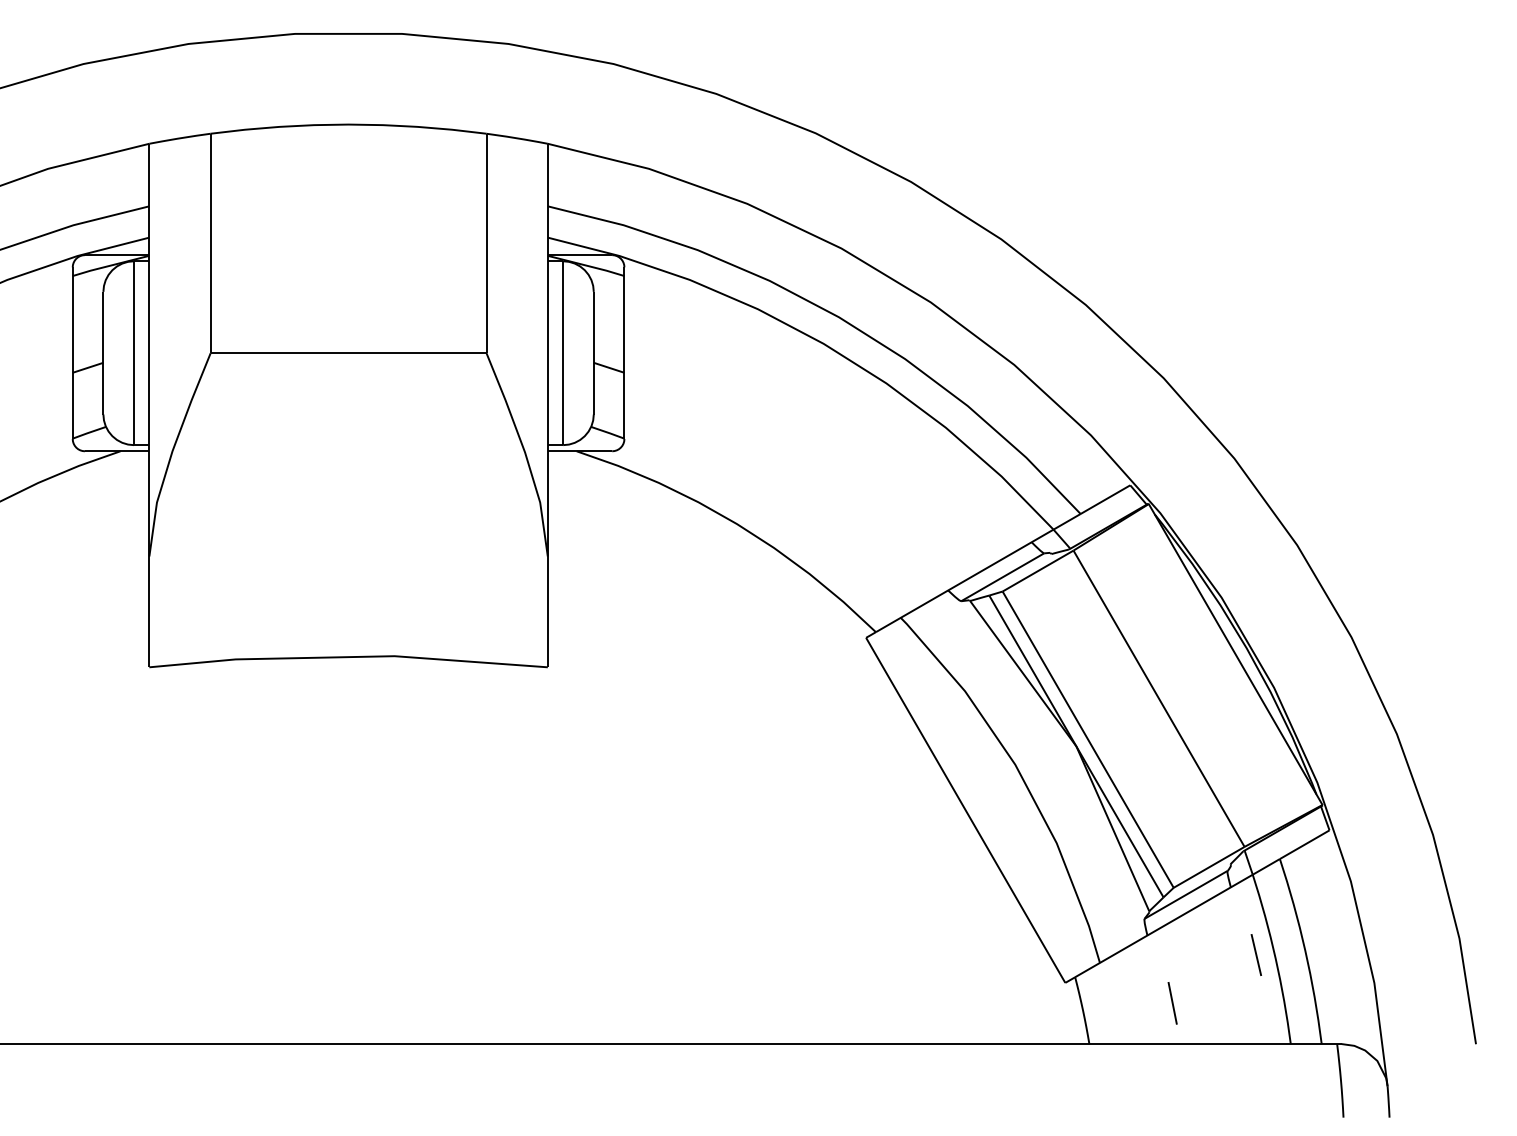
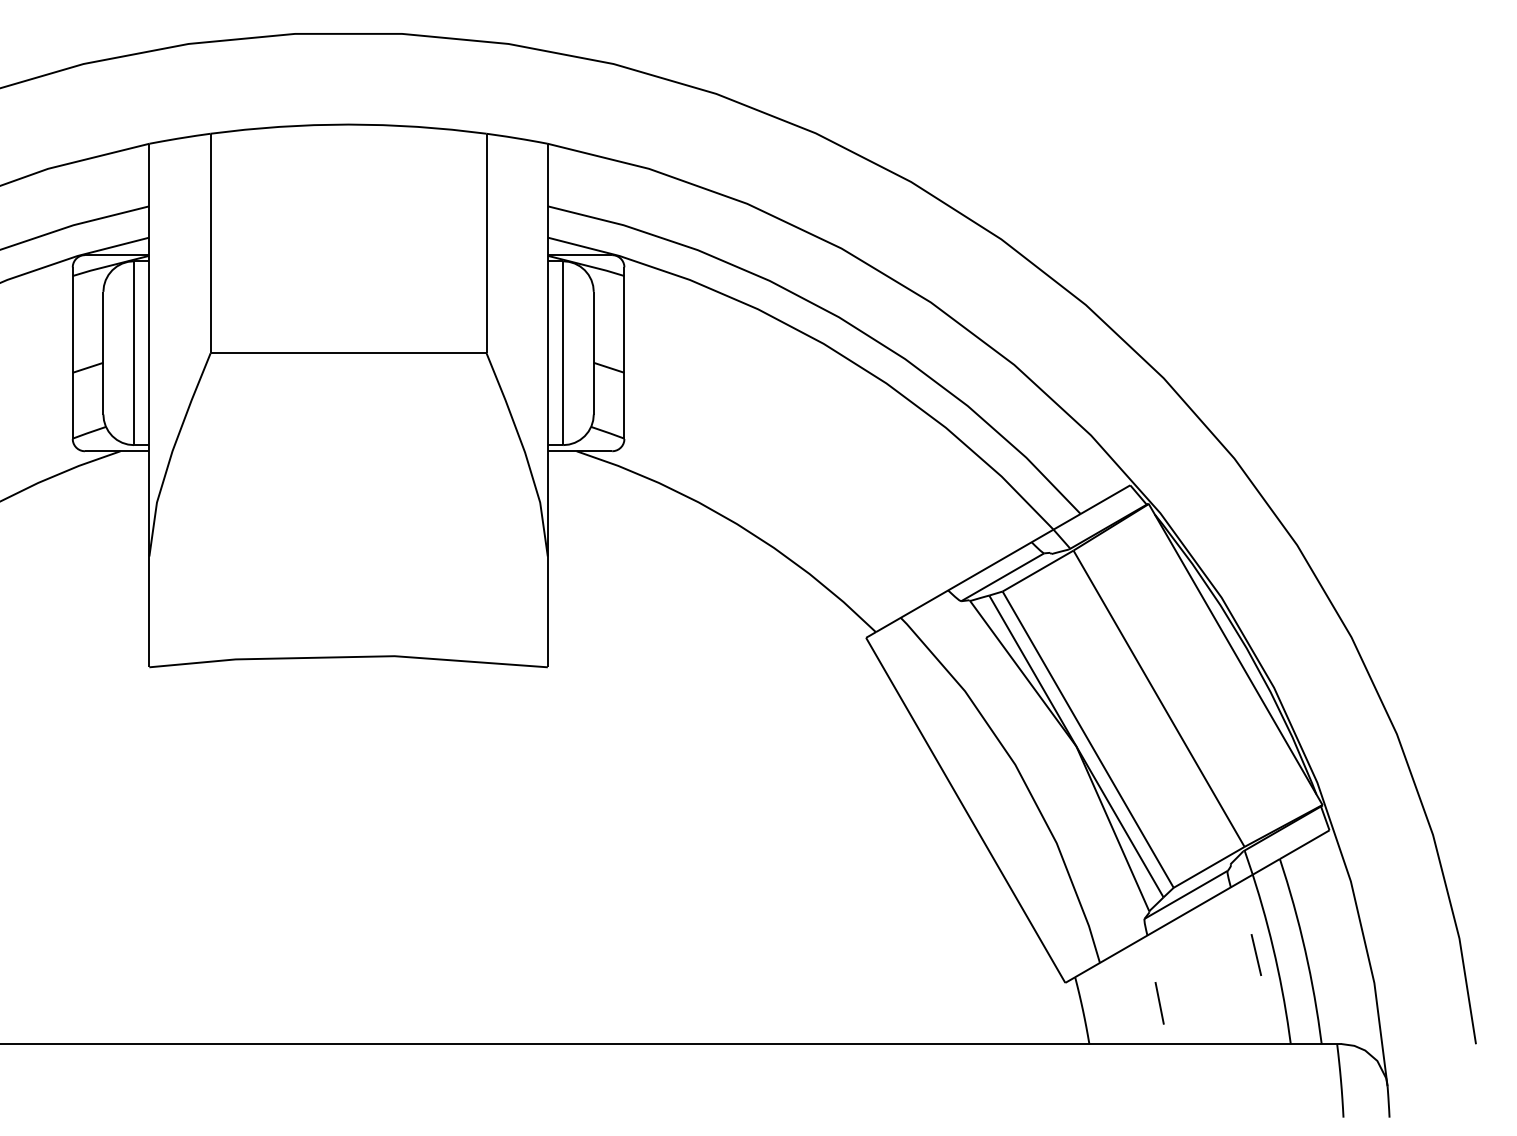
line at (1172, 1003) position: (1172, 1003) -> (1159, 1003)
